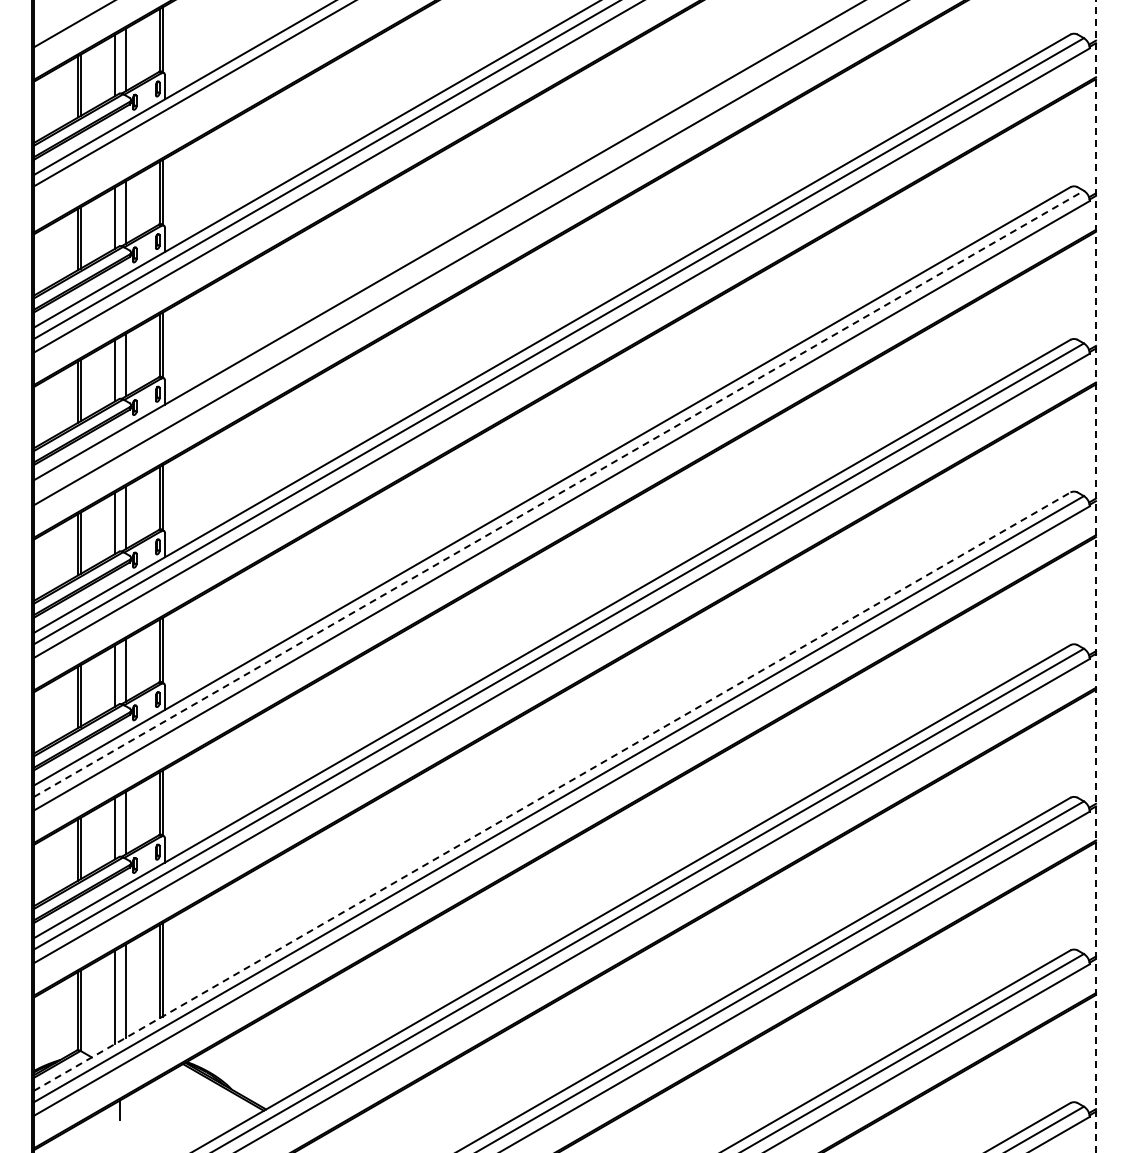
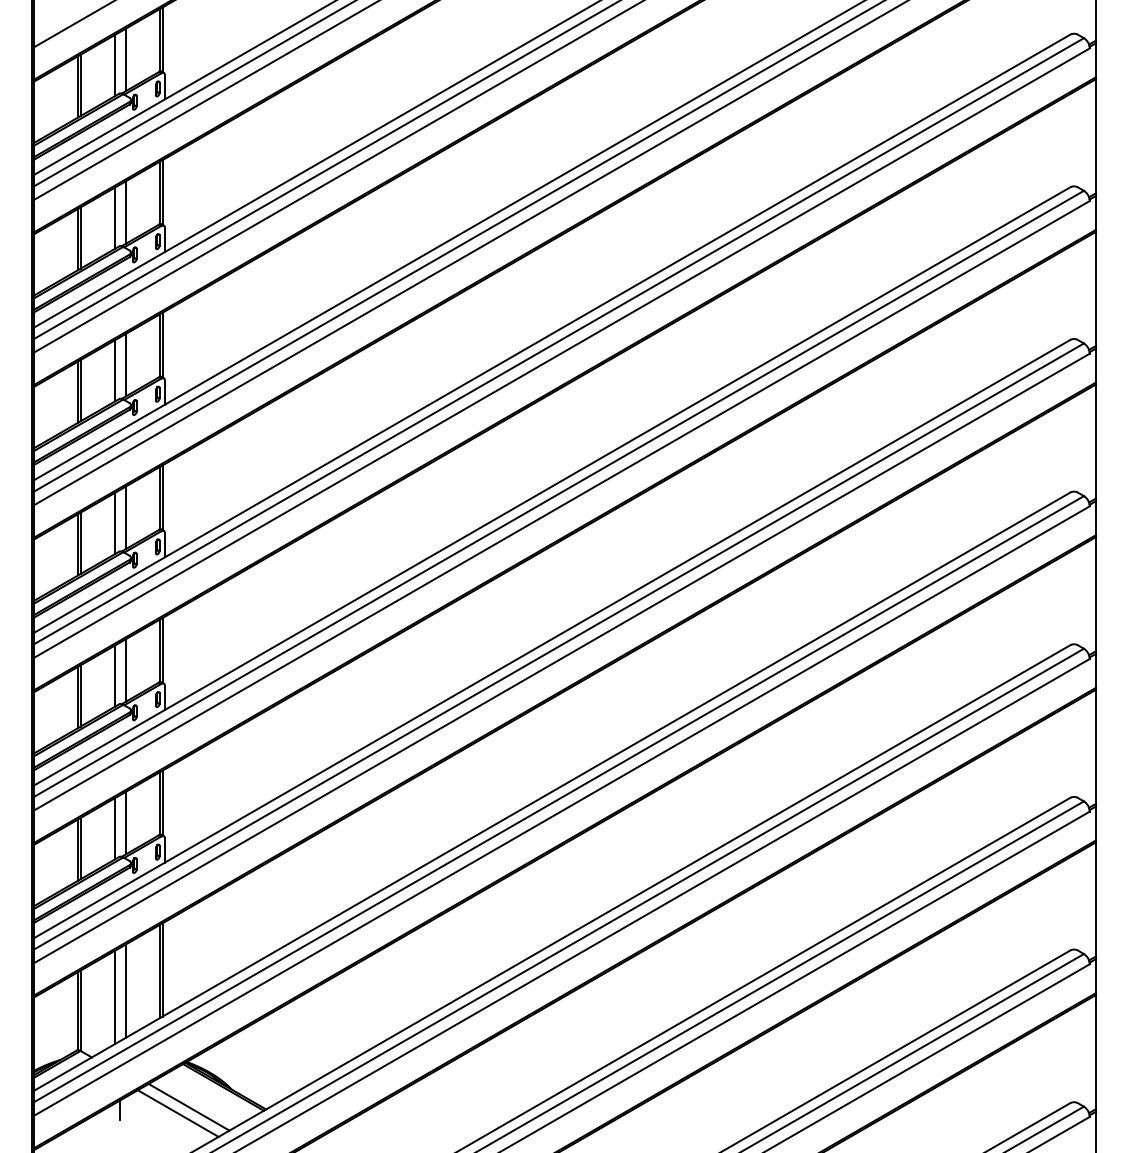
line at (204, 100): none -> present
line at (457, 246): none -> present
line at (559, 493): dashed -> solid
line at (1096, 576): dashed -> solid
line at (552, 791): dashed -> solid
line at (188, 1106): none -> present
line at (177, 1113): none -> present
